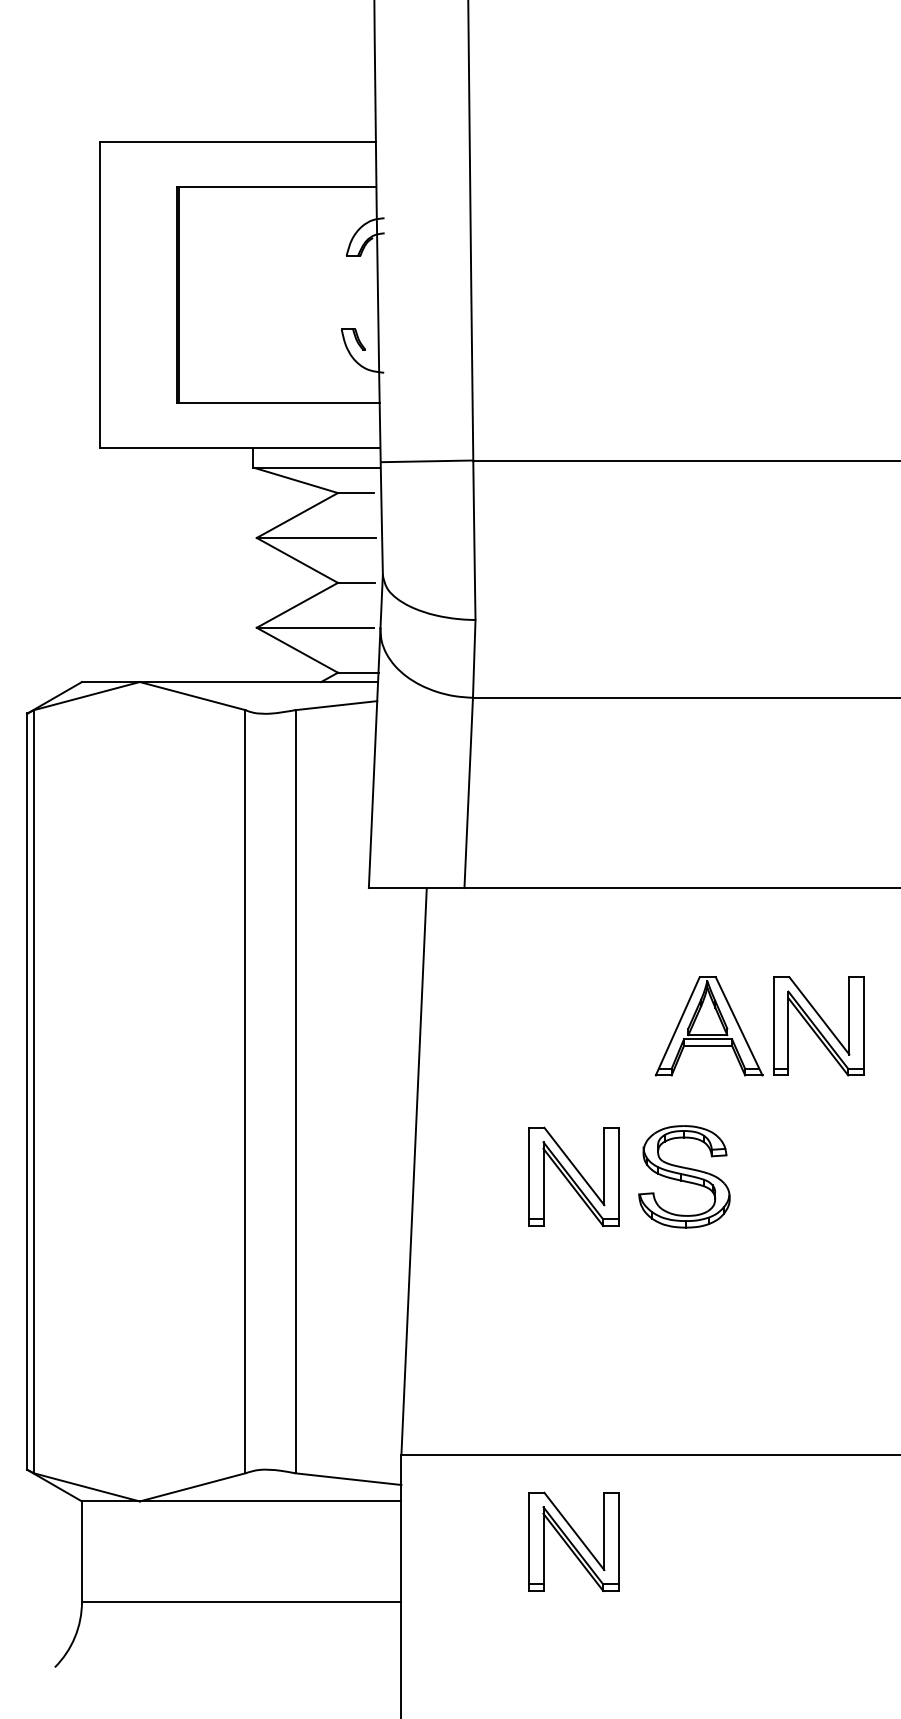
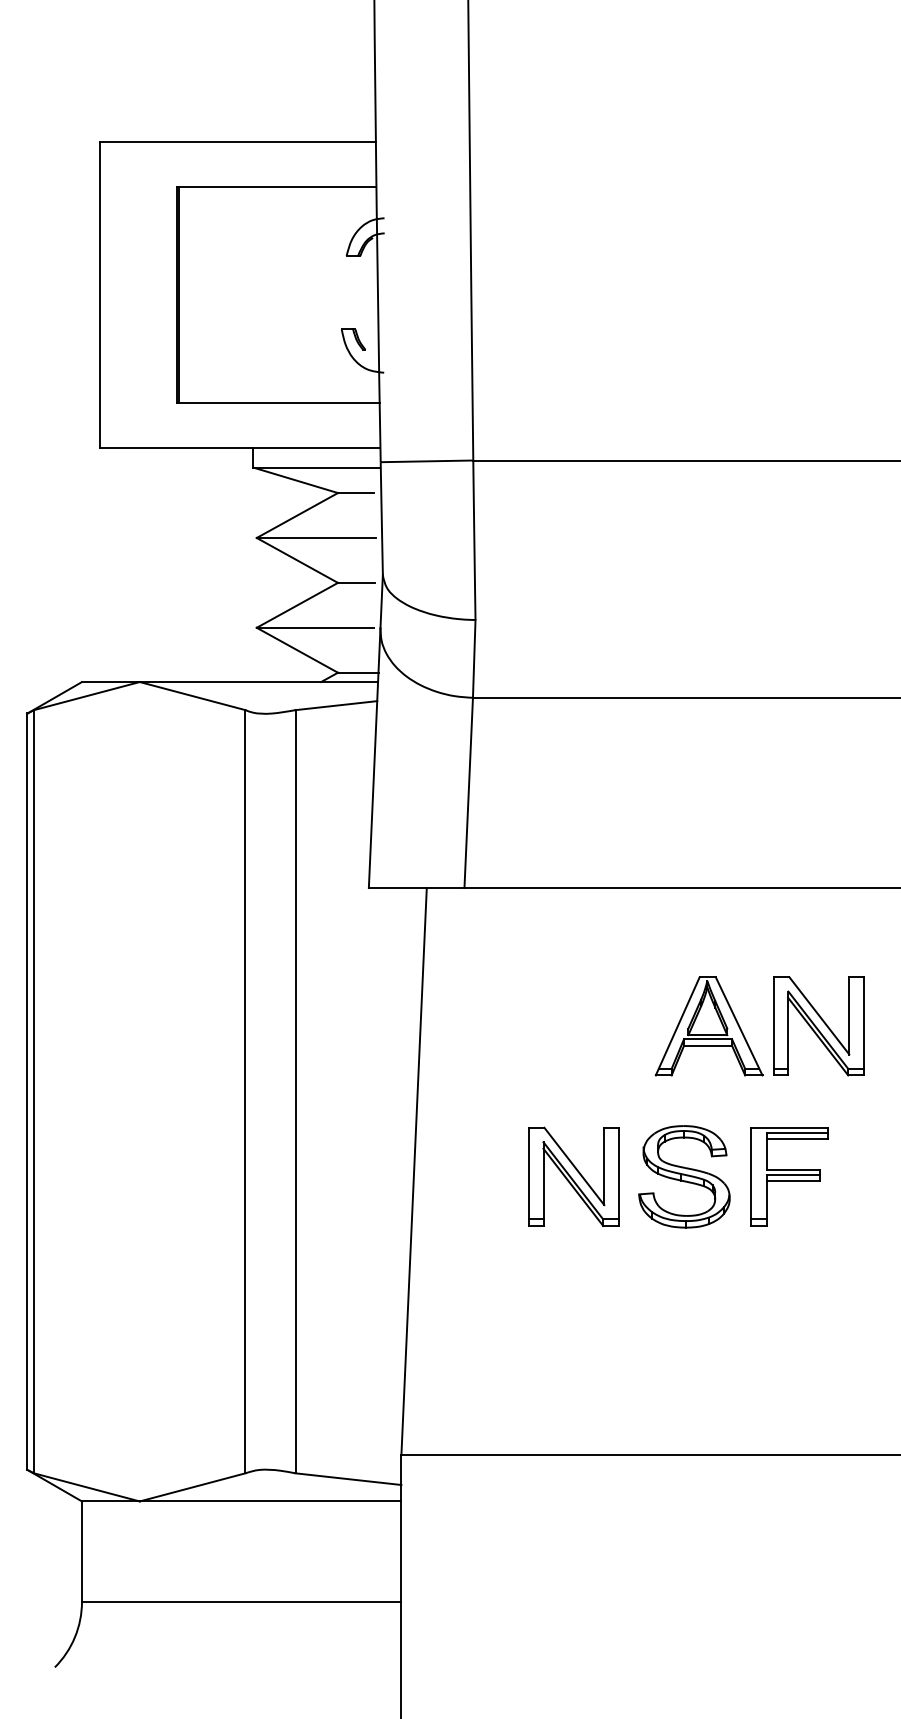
part at (789, 1176): none -> present
part at (573, 1541): present -> none
